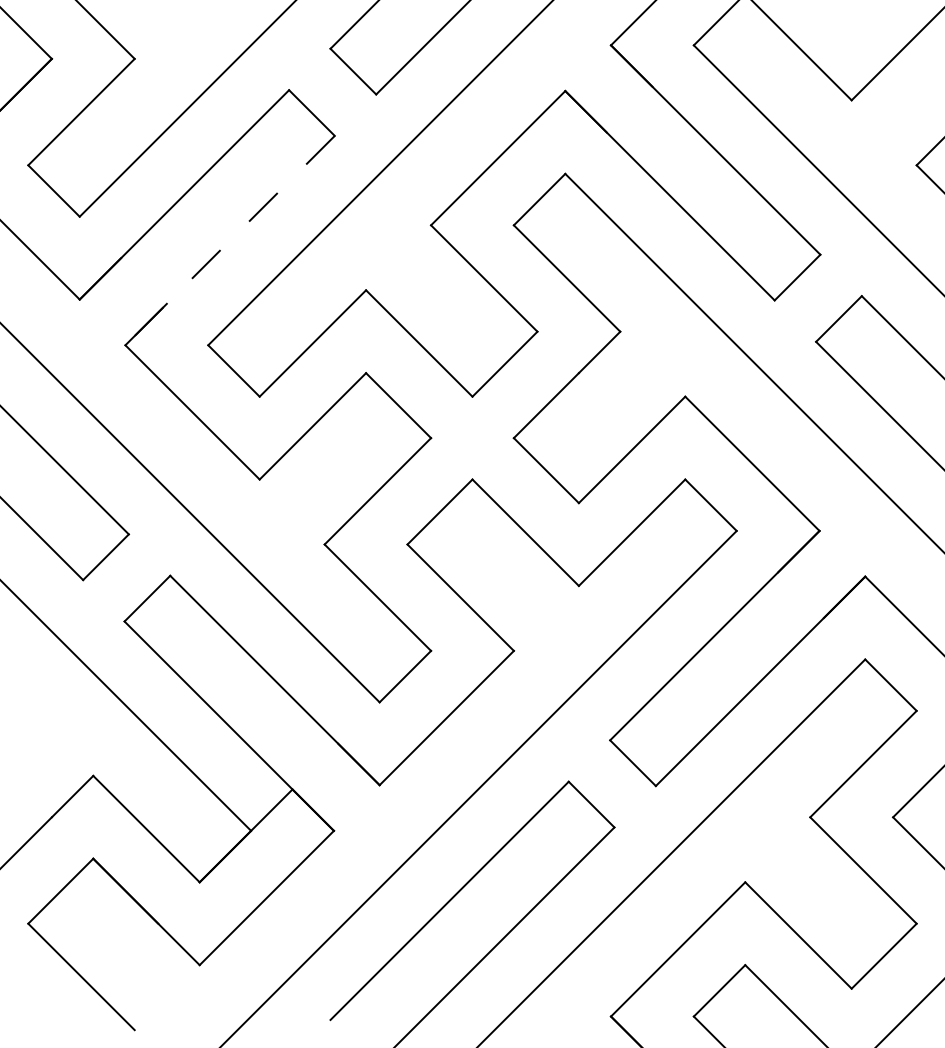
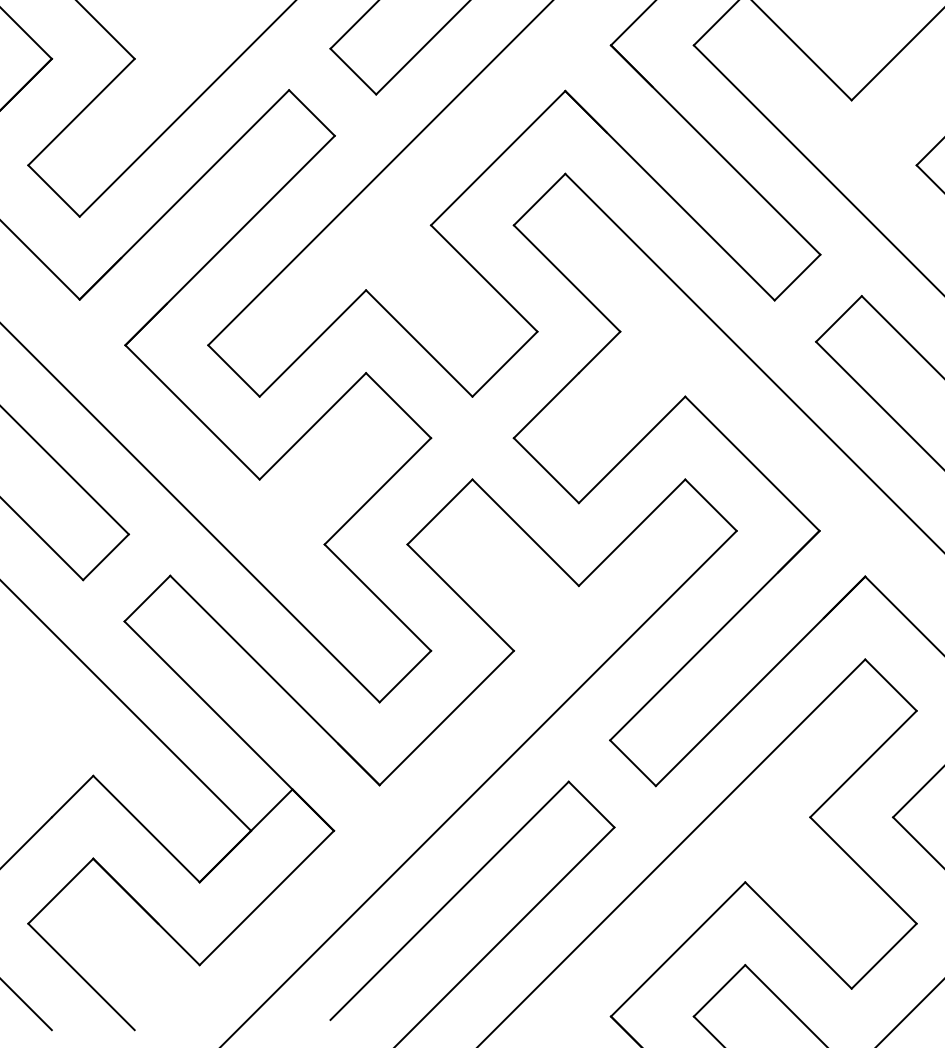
line at (229, 240): dashed -> solid
line at (26, 1005): none -> present
